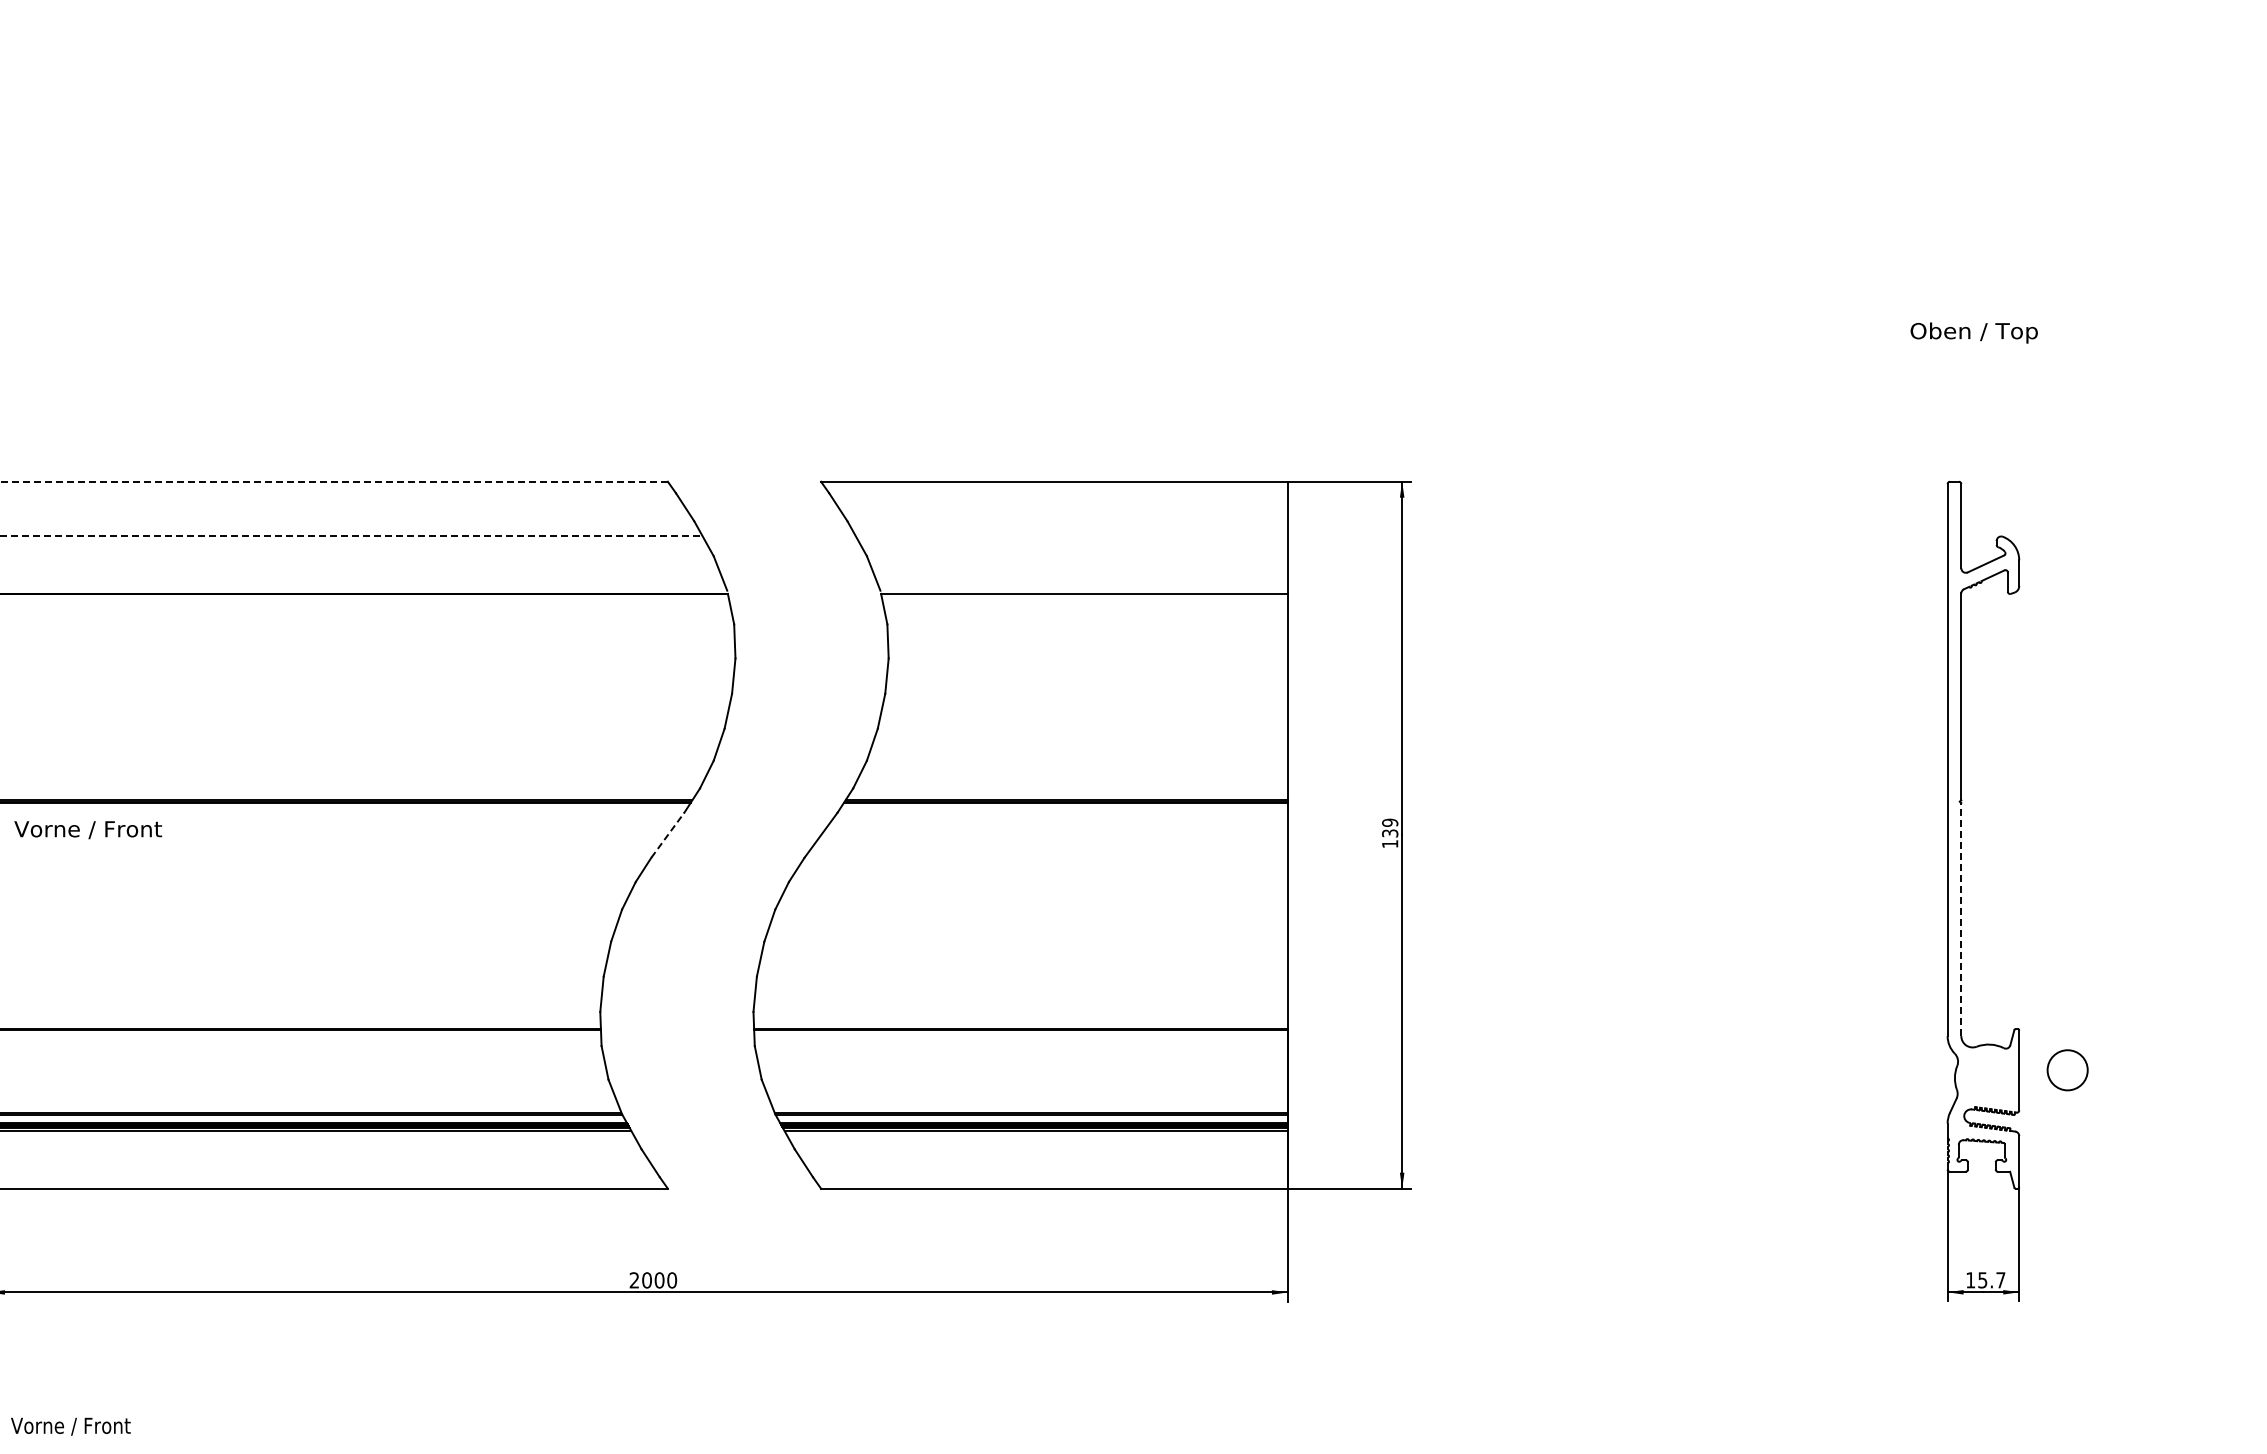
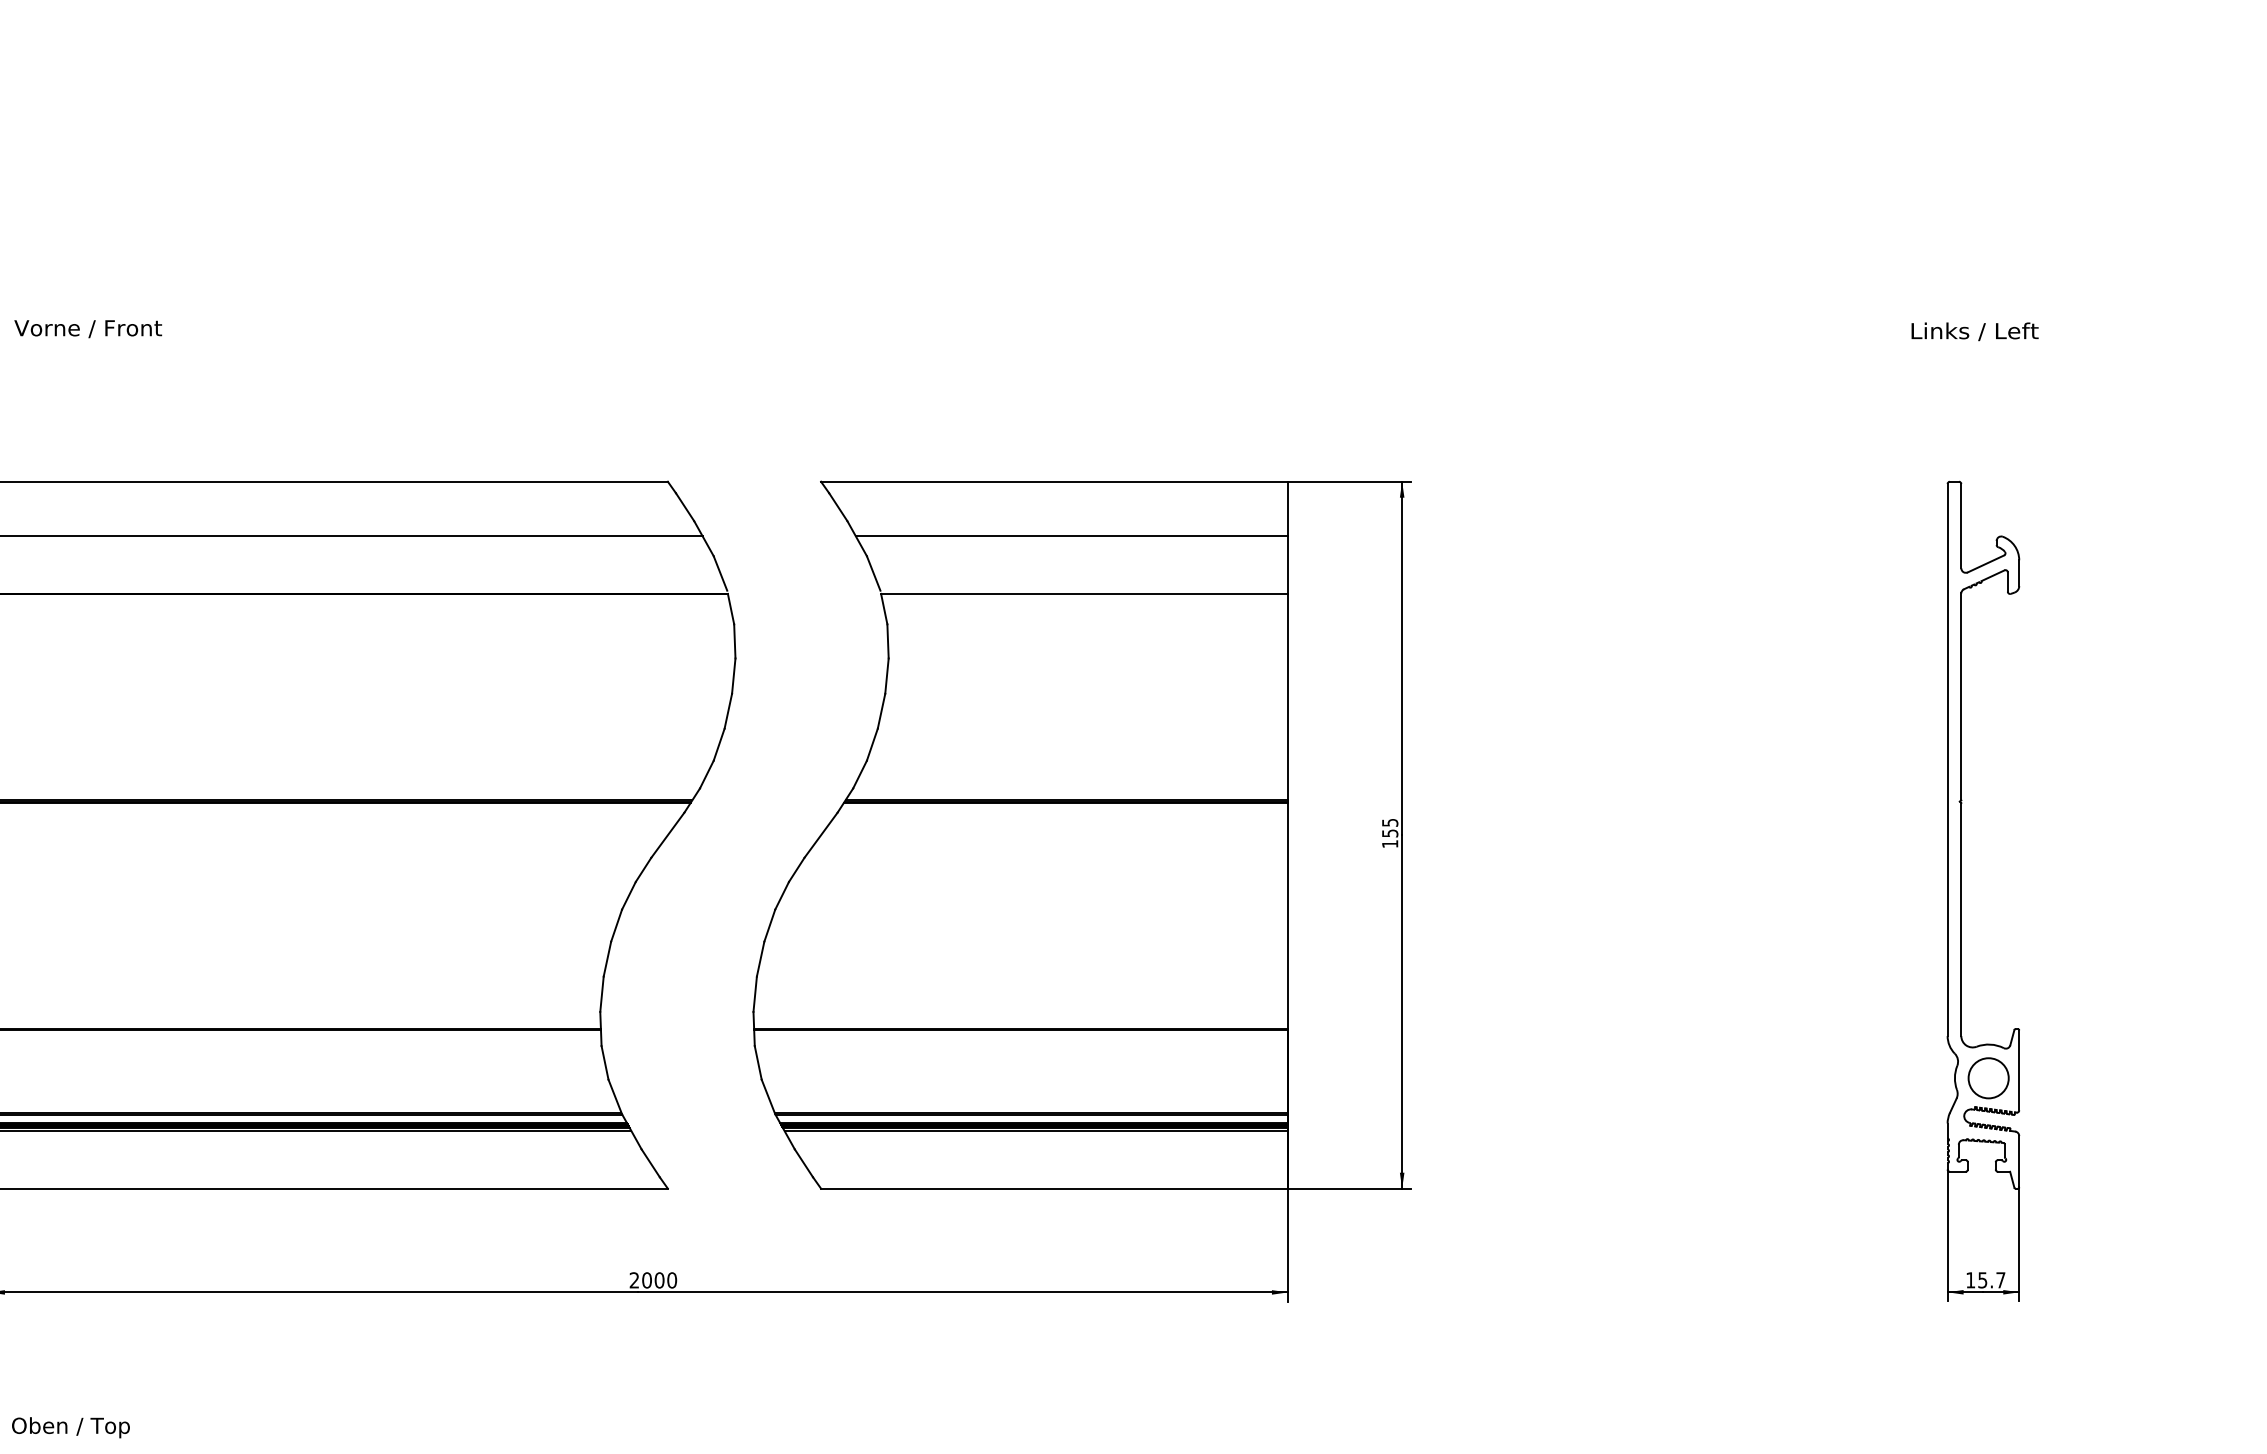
text at (1974, 332): Oben / Top -> Links / Left
line at (333, 481): dashed -> solid
line at (351, 536): dashed -> solid
line at (1071, 536): none -> present
text at (1389, 827): 139 -> 155
text at (88, 830) position: (88, 830) -> (88, 329)
line at (667, 835): dashed -> solid
line at (1961, 919): dashed -> solid
circle at (2067, 1070) position: (2067, 1070) -> (1988, 1078)
text at (70, 1427): Vorne / Front -> Oben / Top
